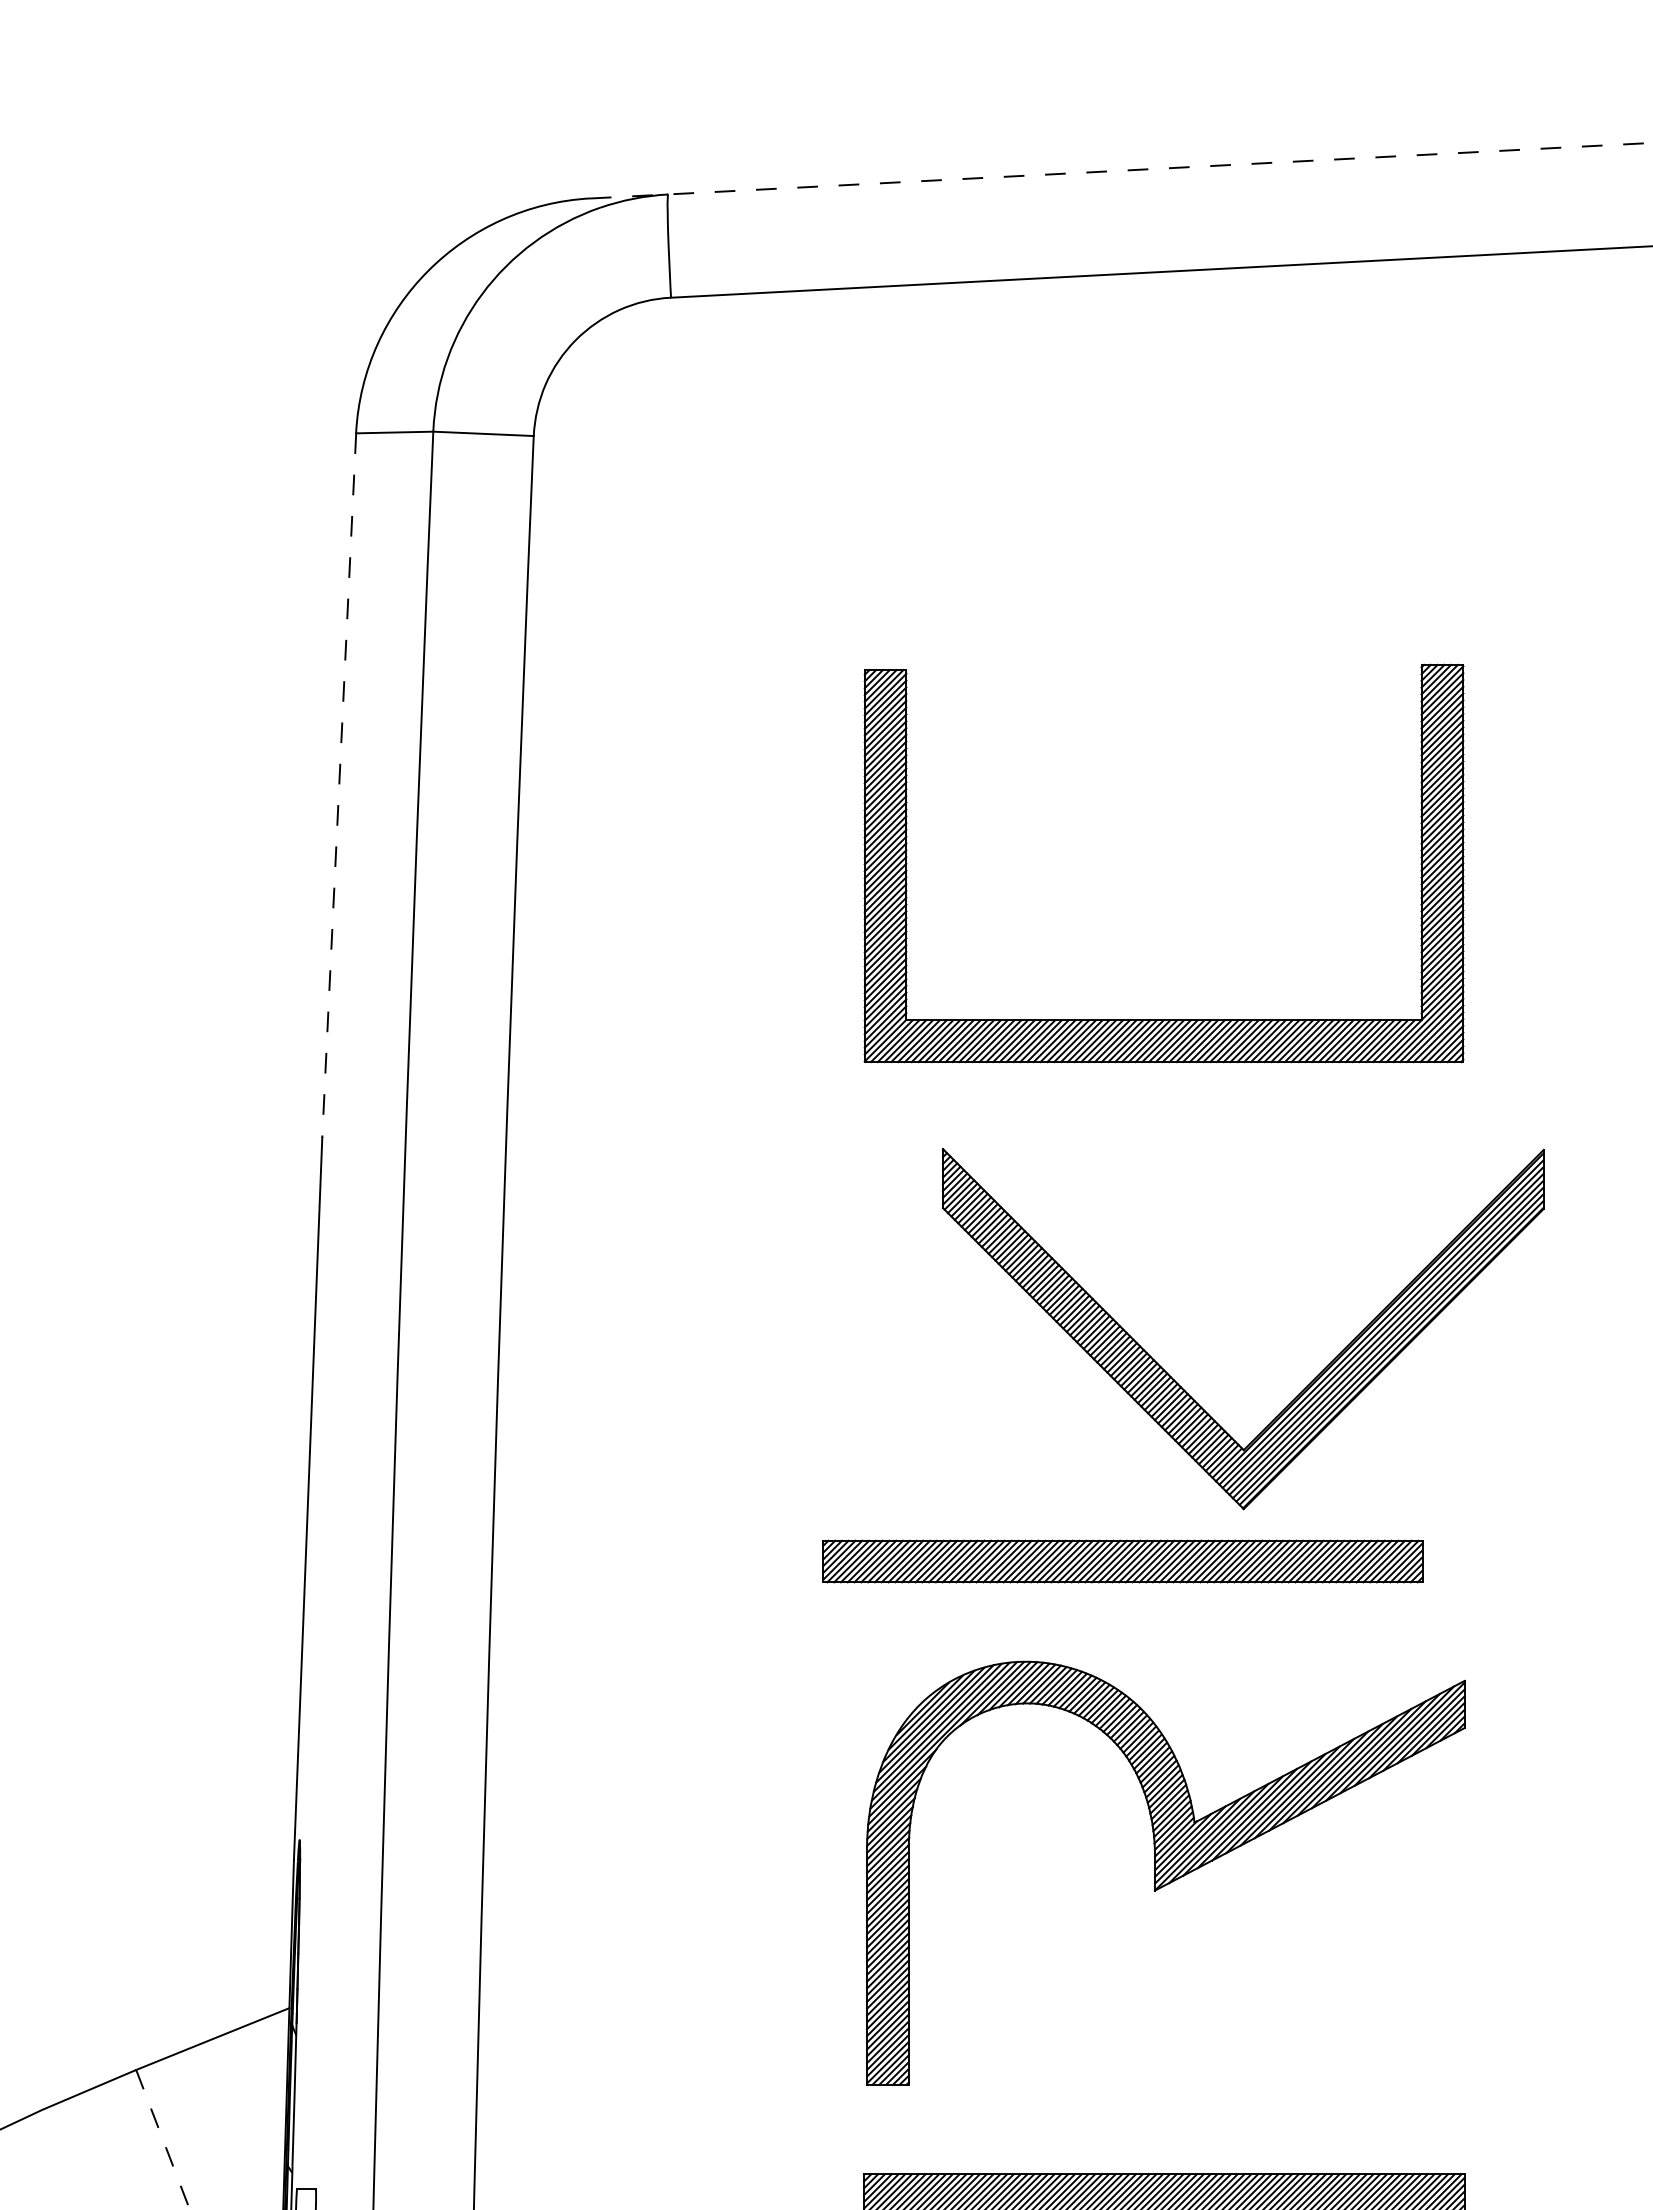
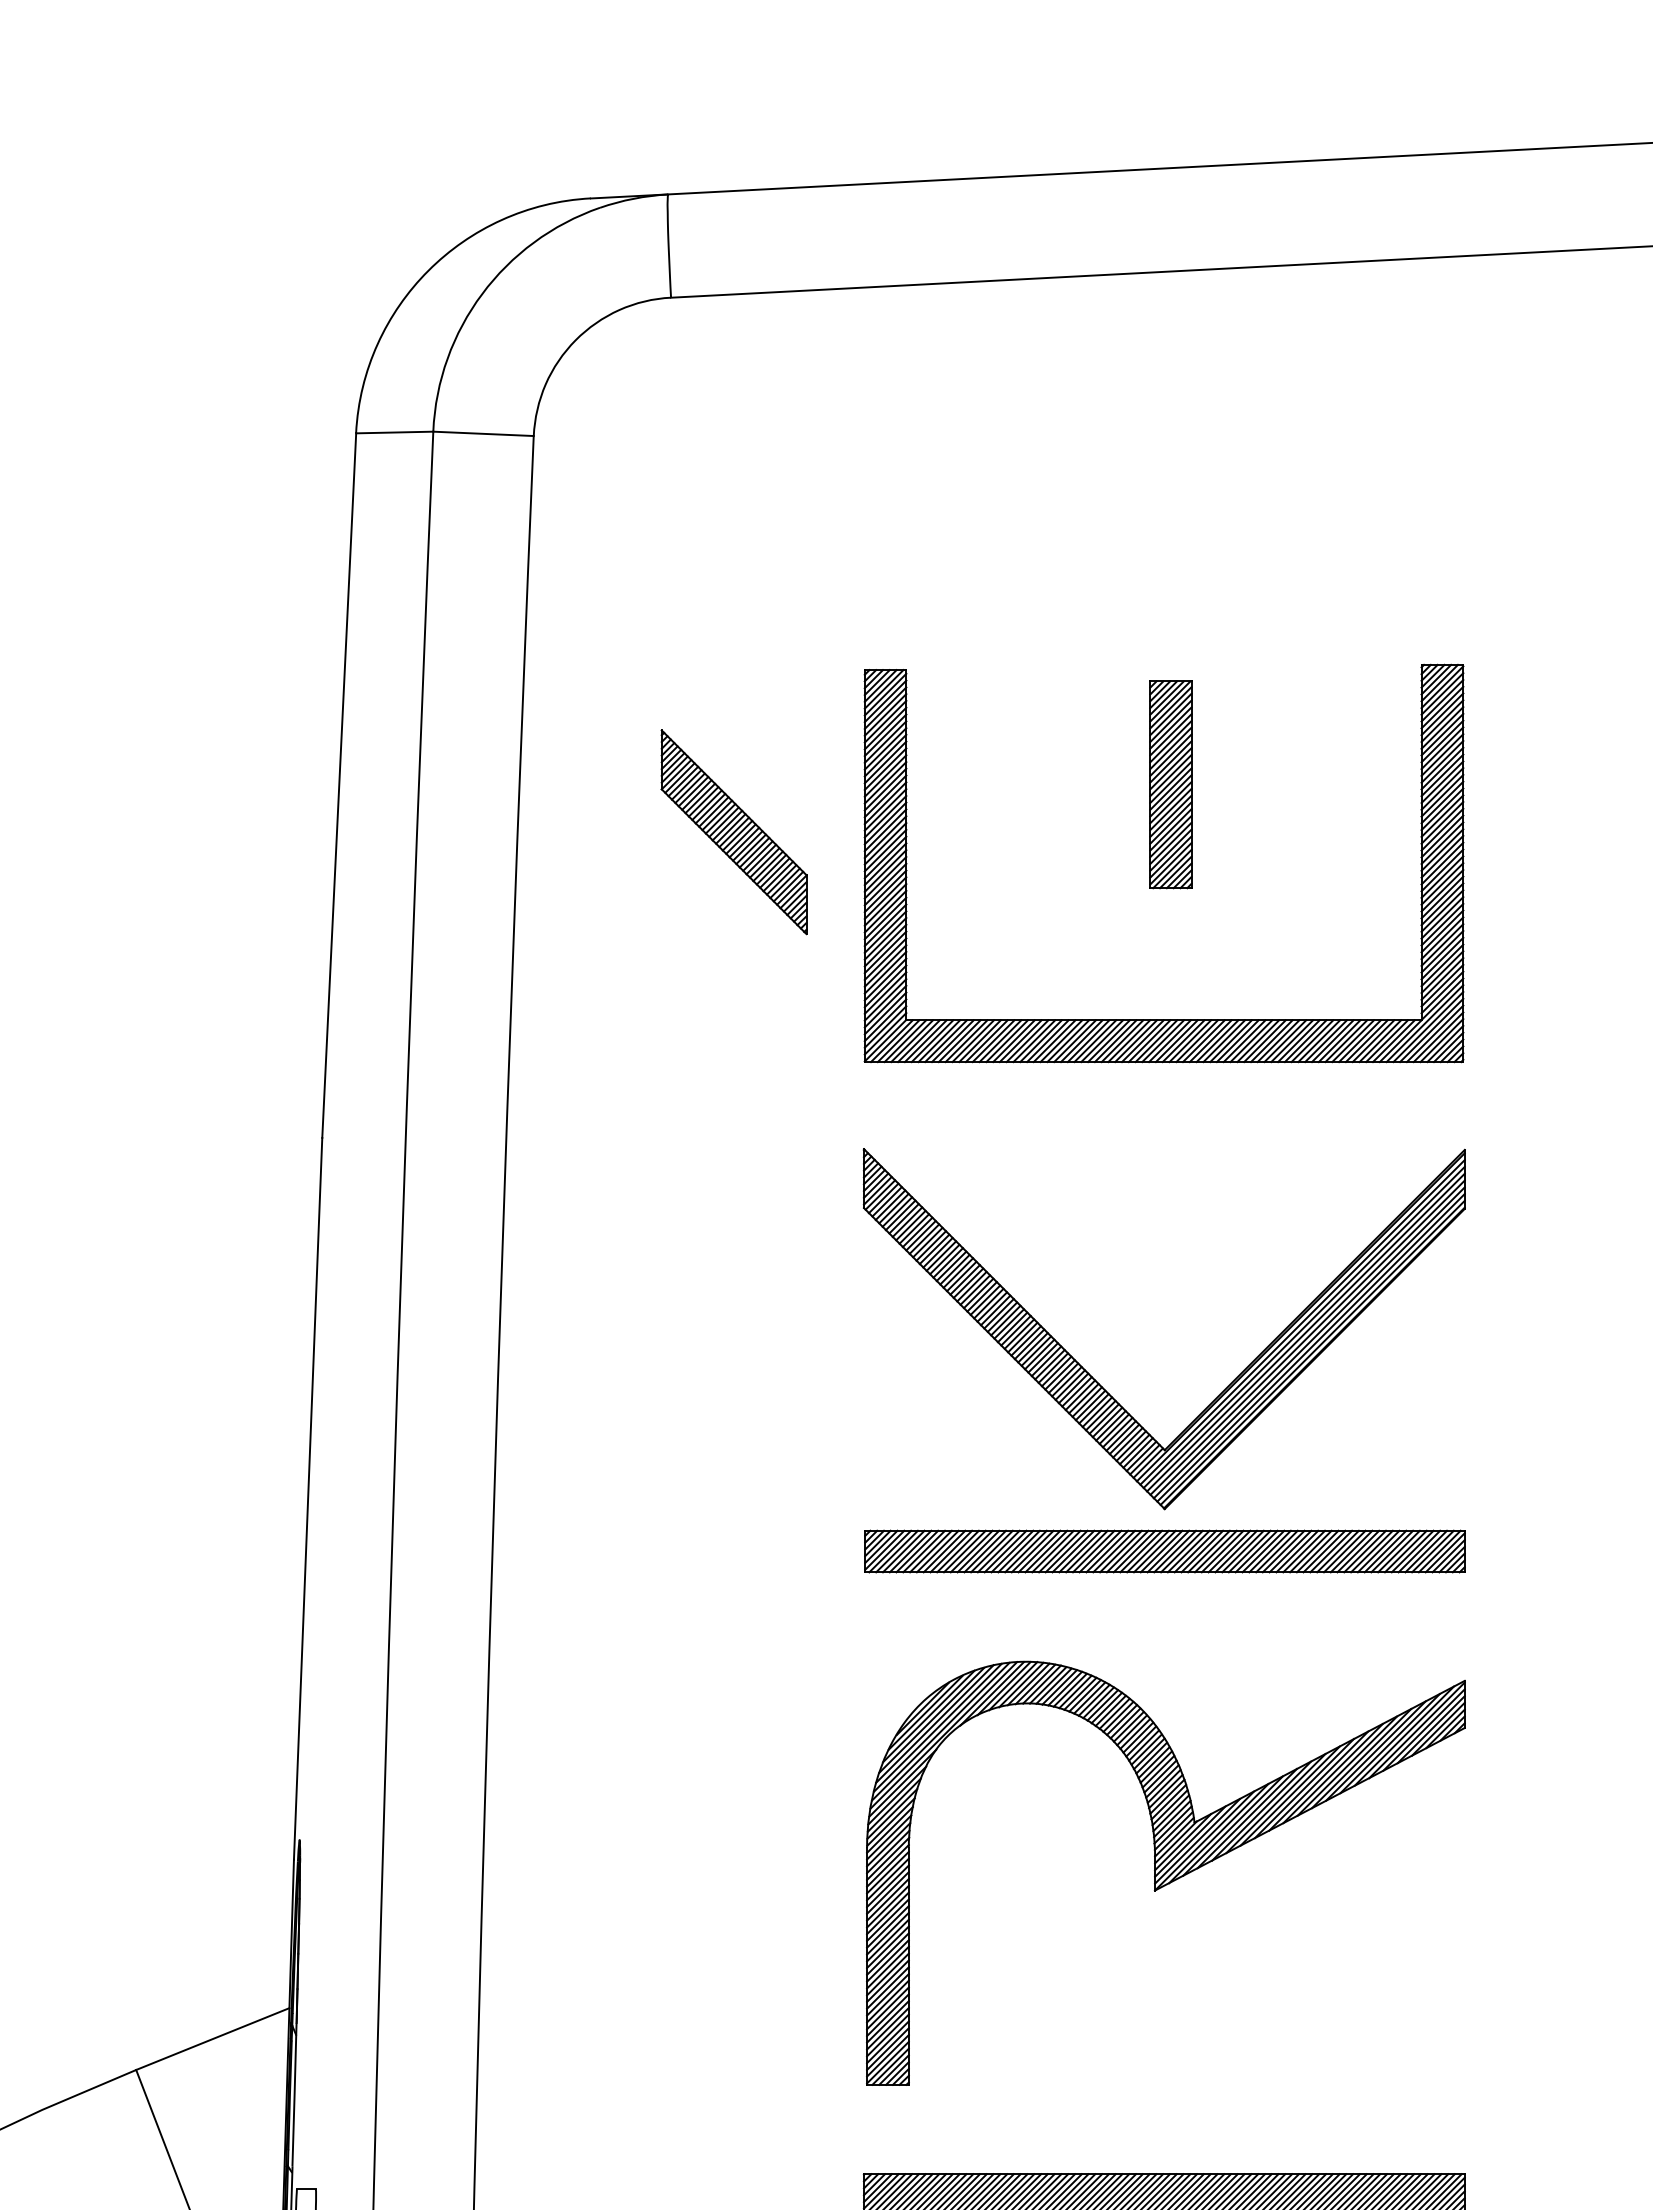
line at (1122, 170): dashed -> solid
part at (1170, 784): none -> present
line at (339, 785): dashed -> solid
part at (733, 832): none -> present
part at (1183, 1388) position: (1183, 1388) -> (1104, 1388)
part at (1122, 1561) position: (1122, 1561) -> (1164, 1551)
line at (163, 2139): dashed -> solid
